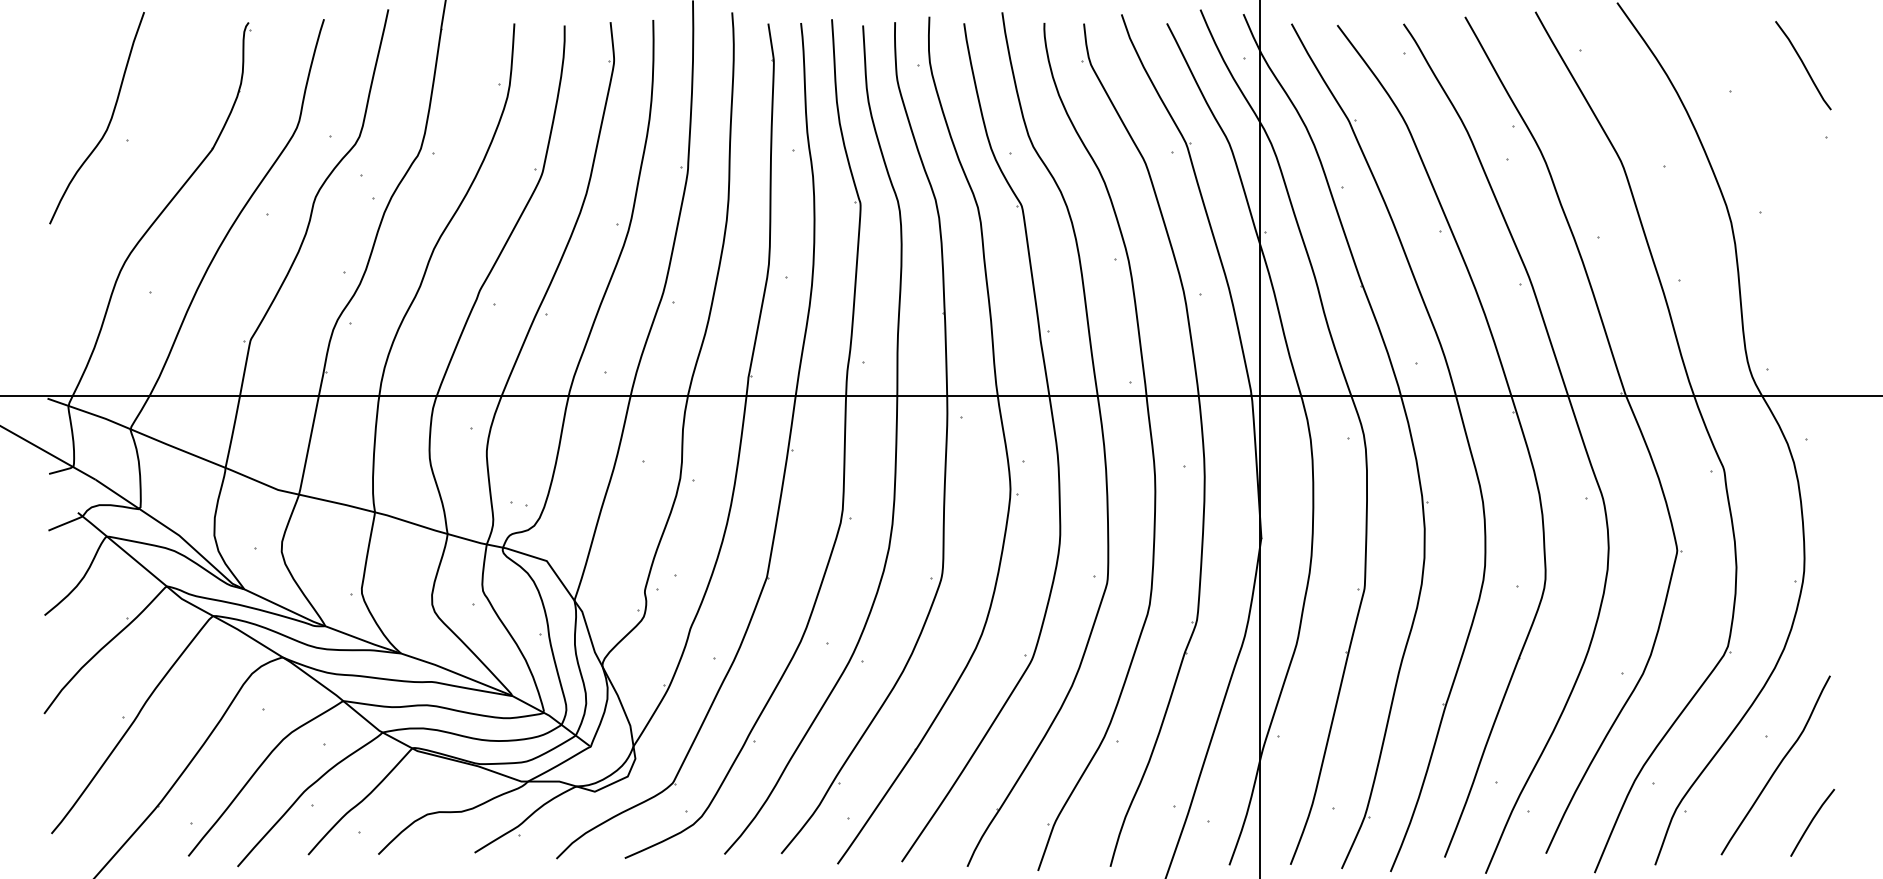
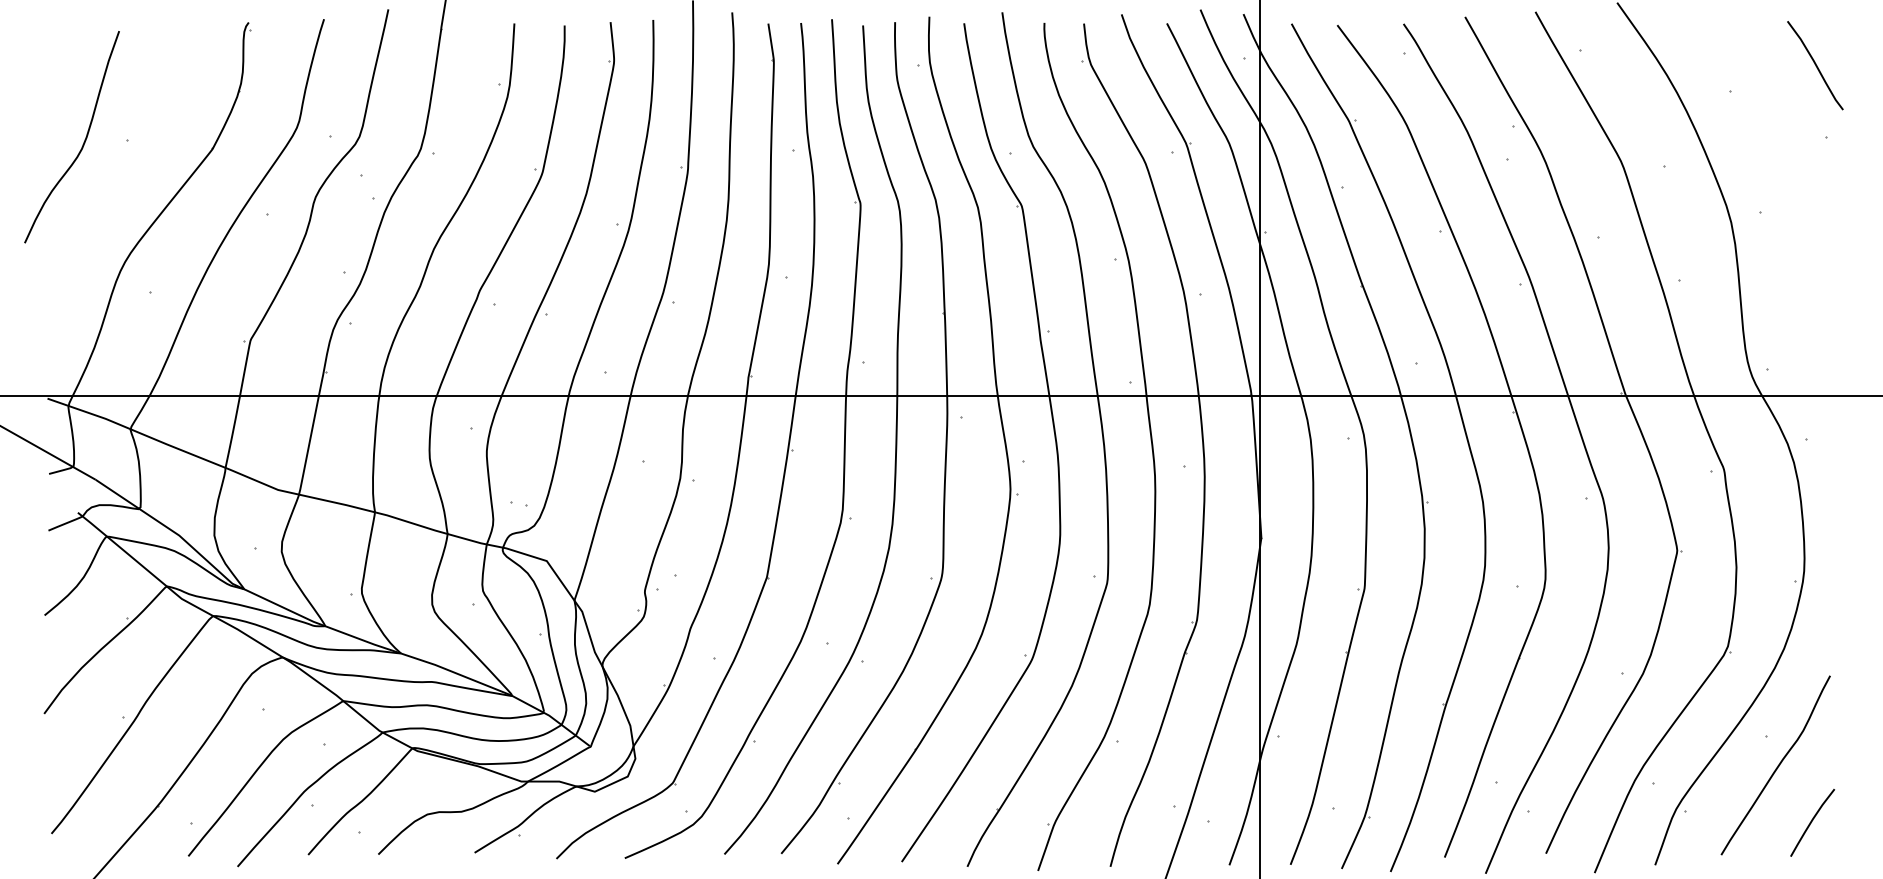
curve at (1803, 65) position: (1803, 65) -> (1815, 65)
curve at (108, 123) position: (108, 123) -> (83, 142)
